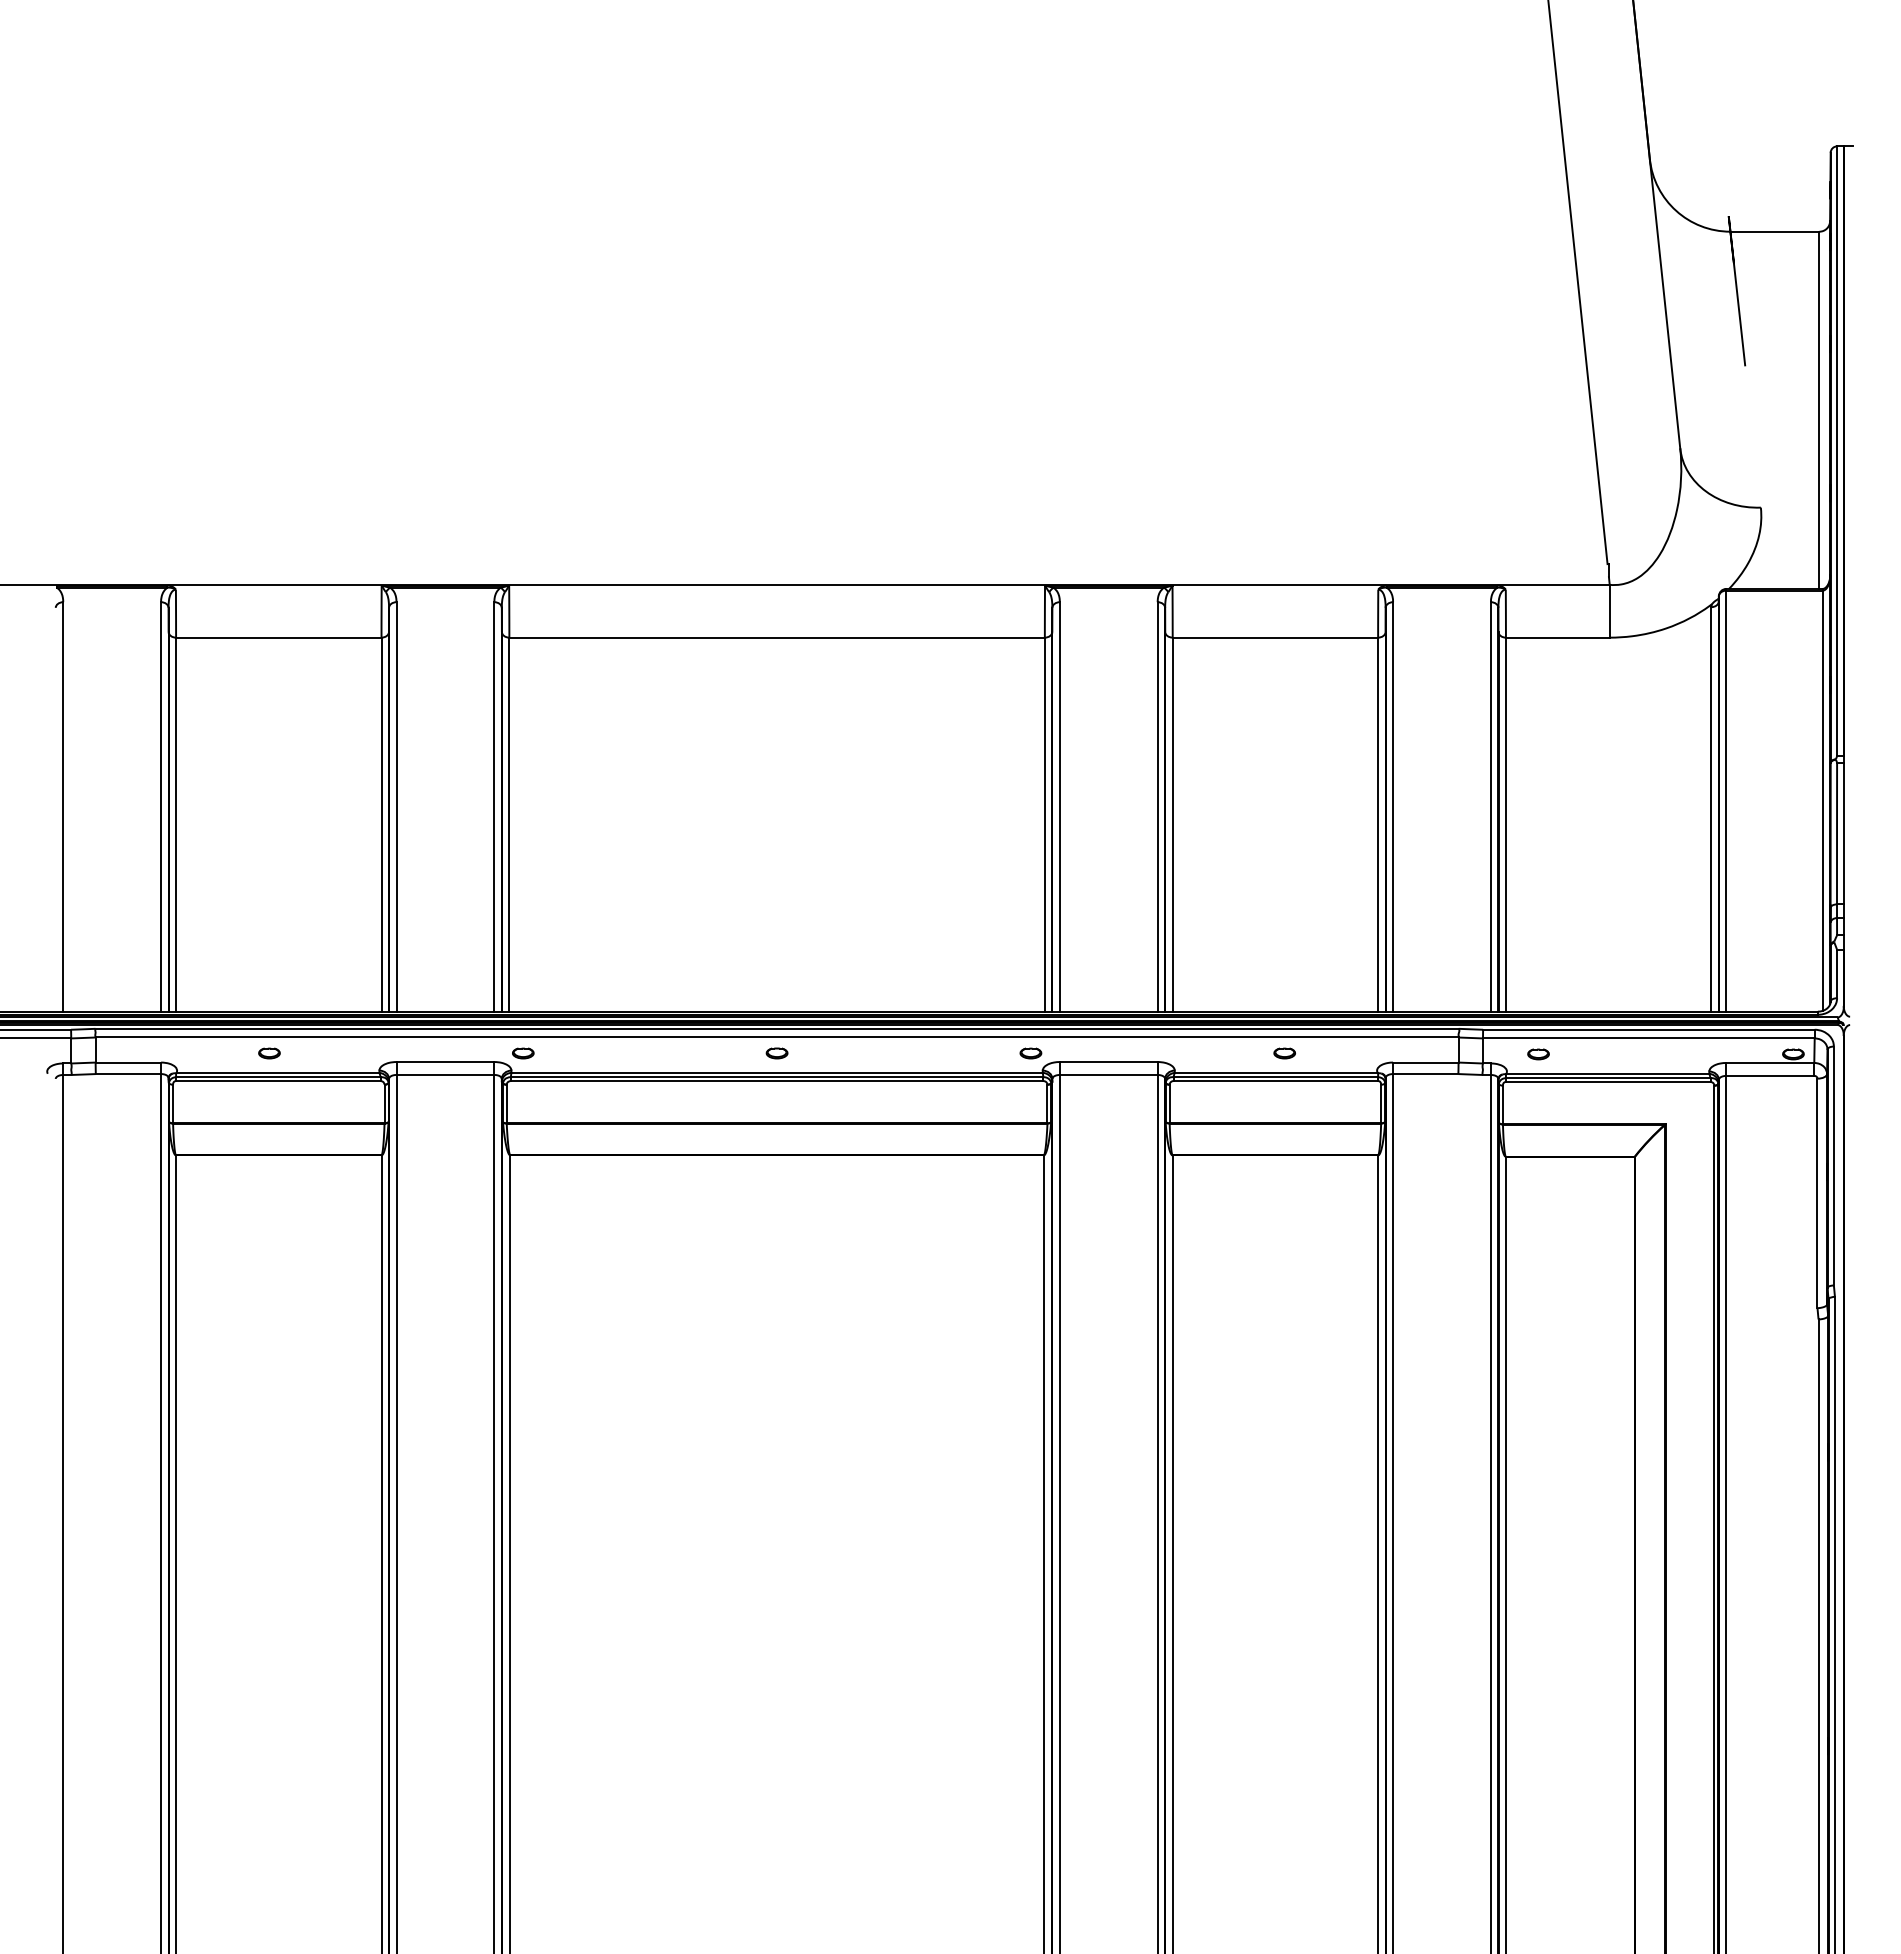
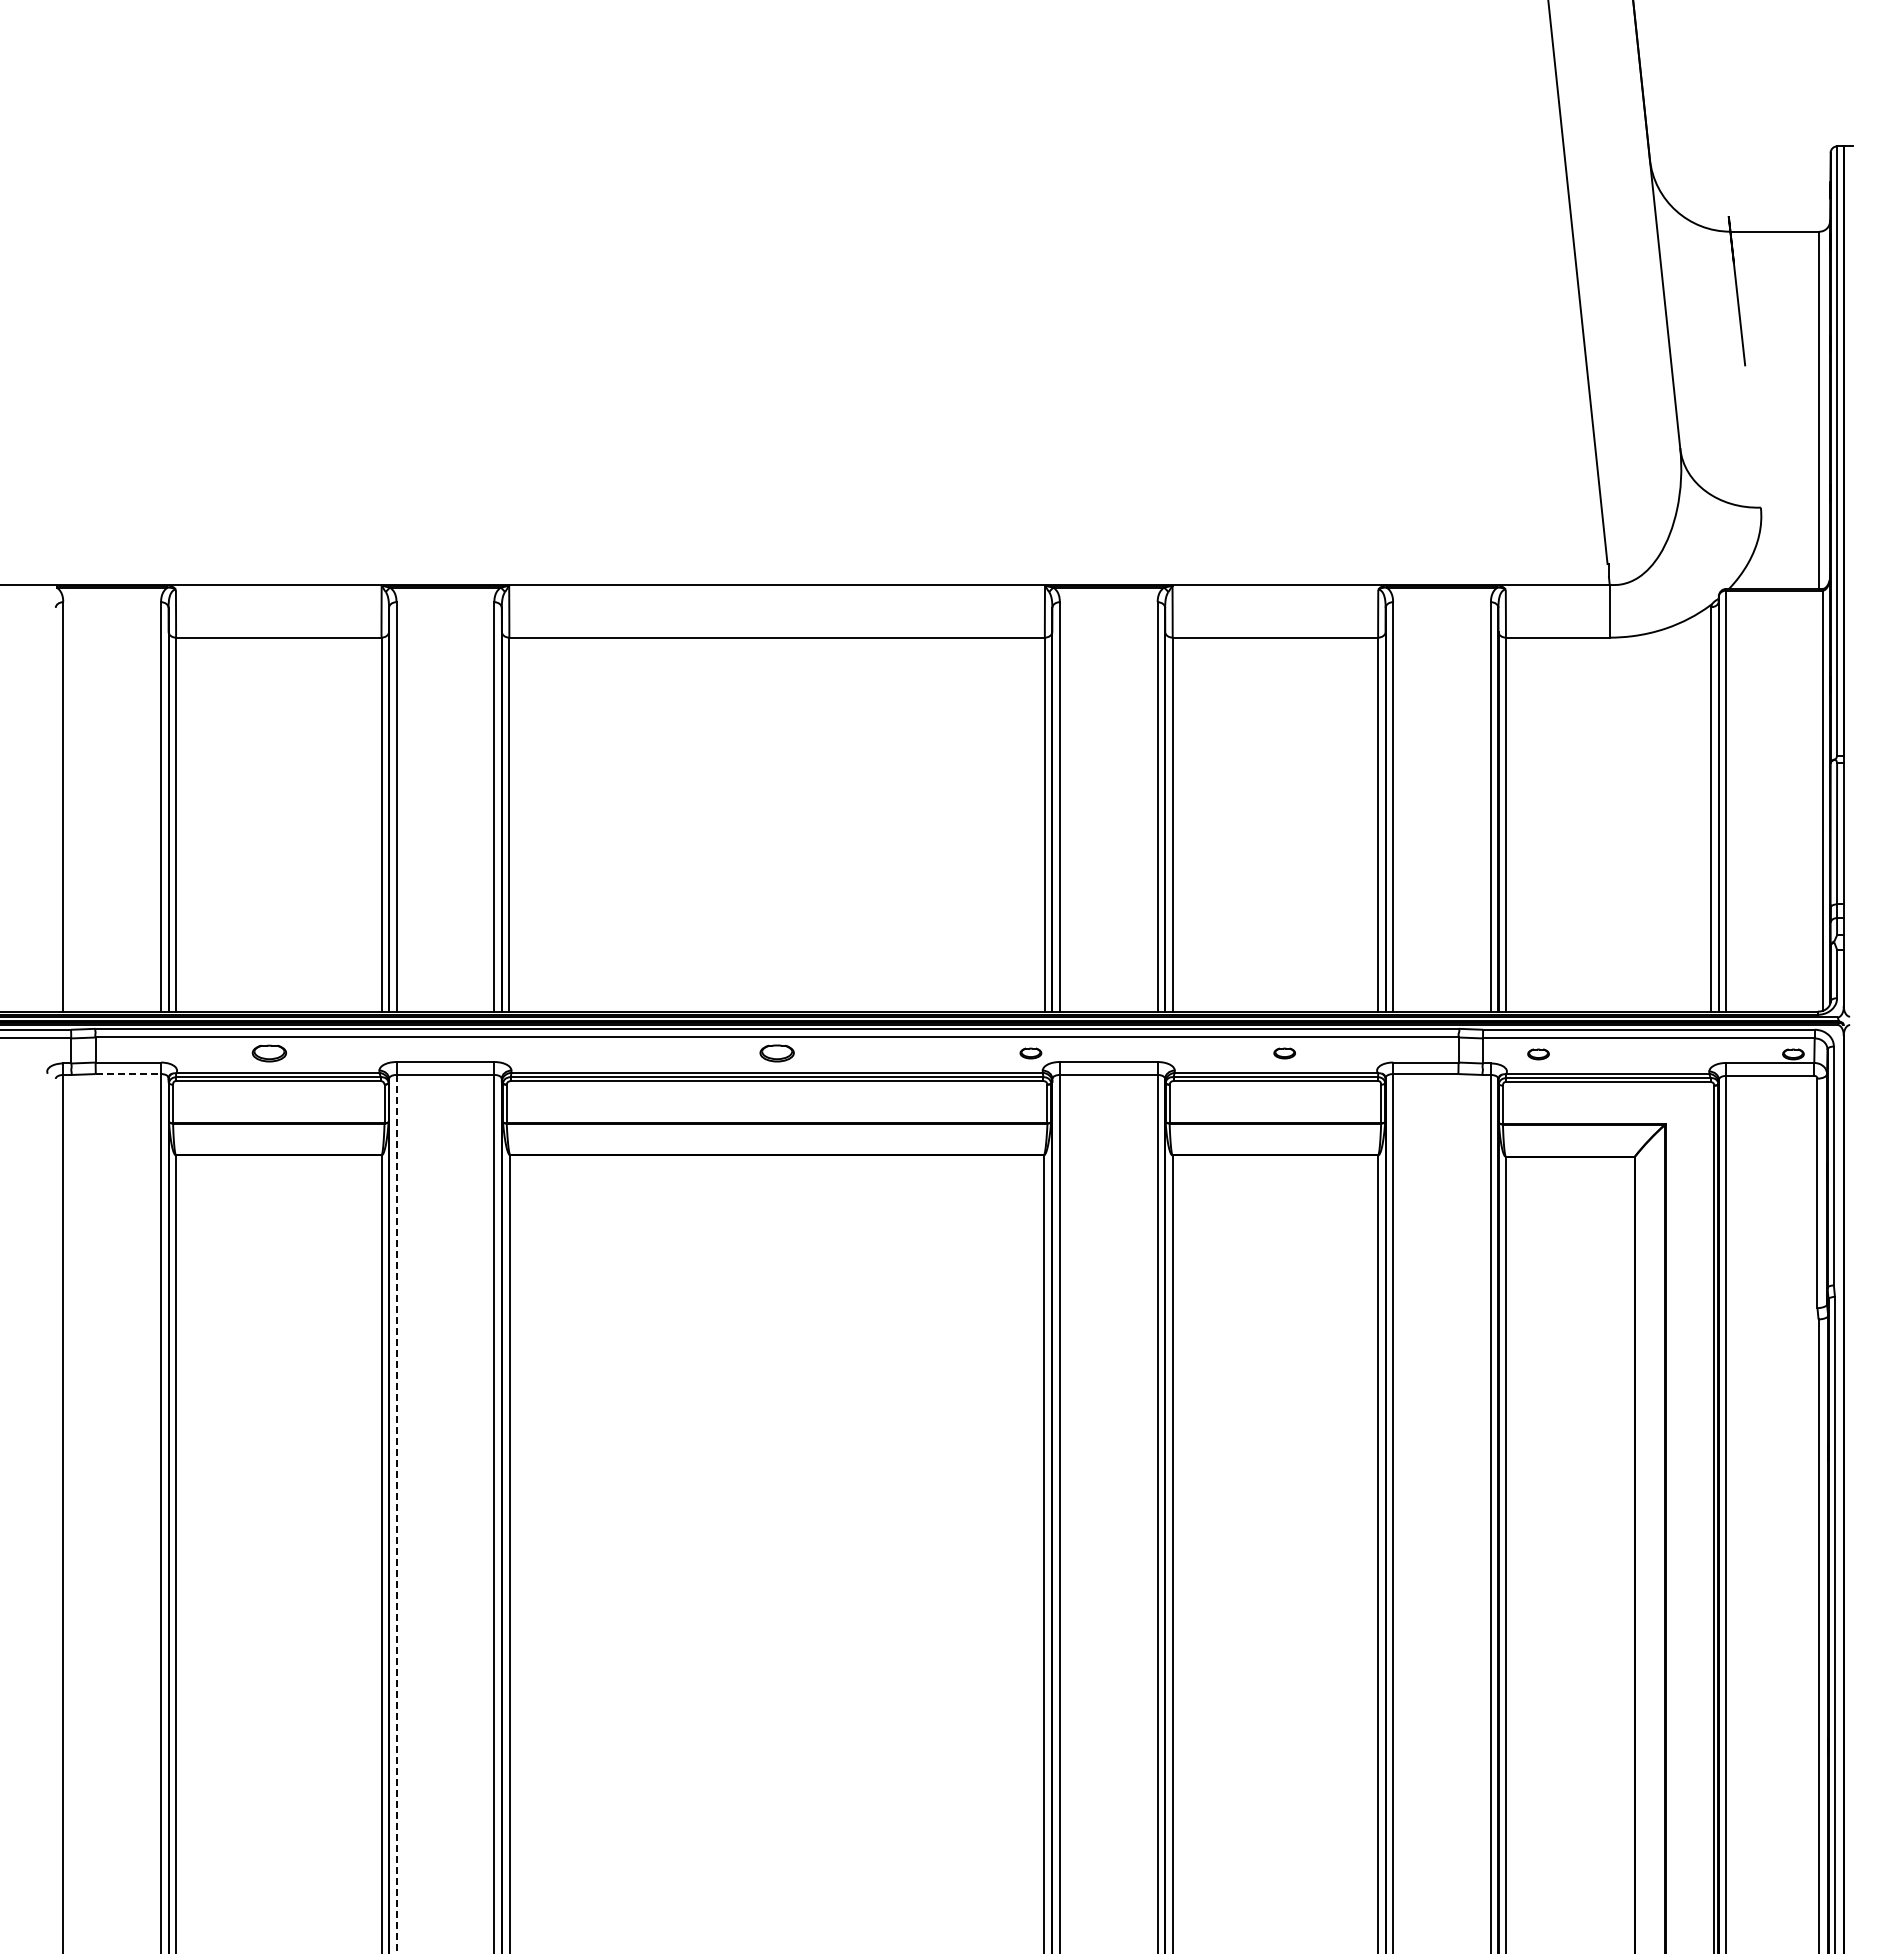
part at (269, 1053) size: 23x13 px -> 37x19 px
part at (523, 1053): present -> none
part at (776, 1053) size: 24x13 px -> 36x19 px
line at (128, 1074): solid -> dashed
line at (396, 1514): solid -> dashed
